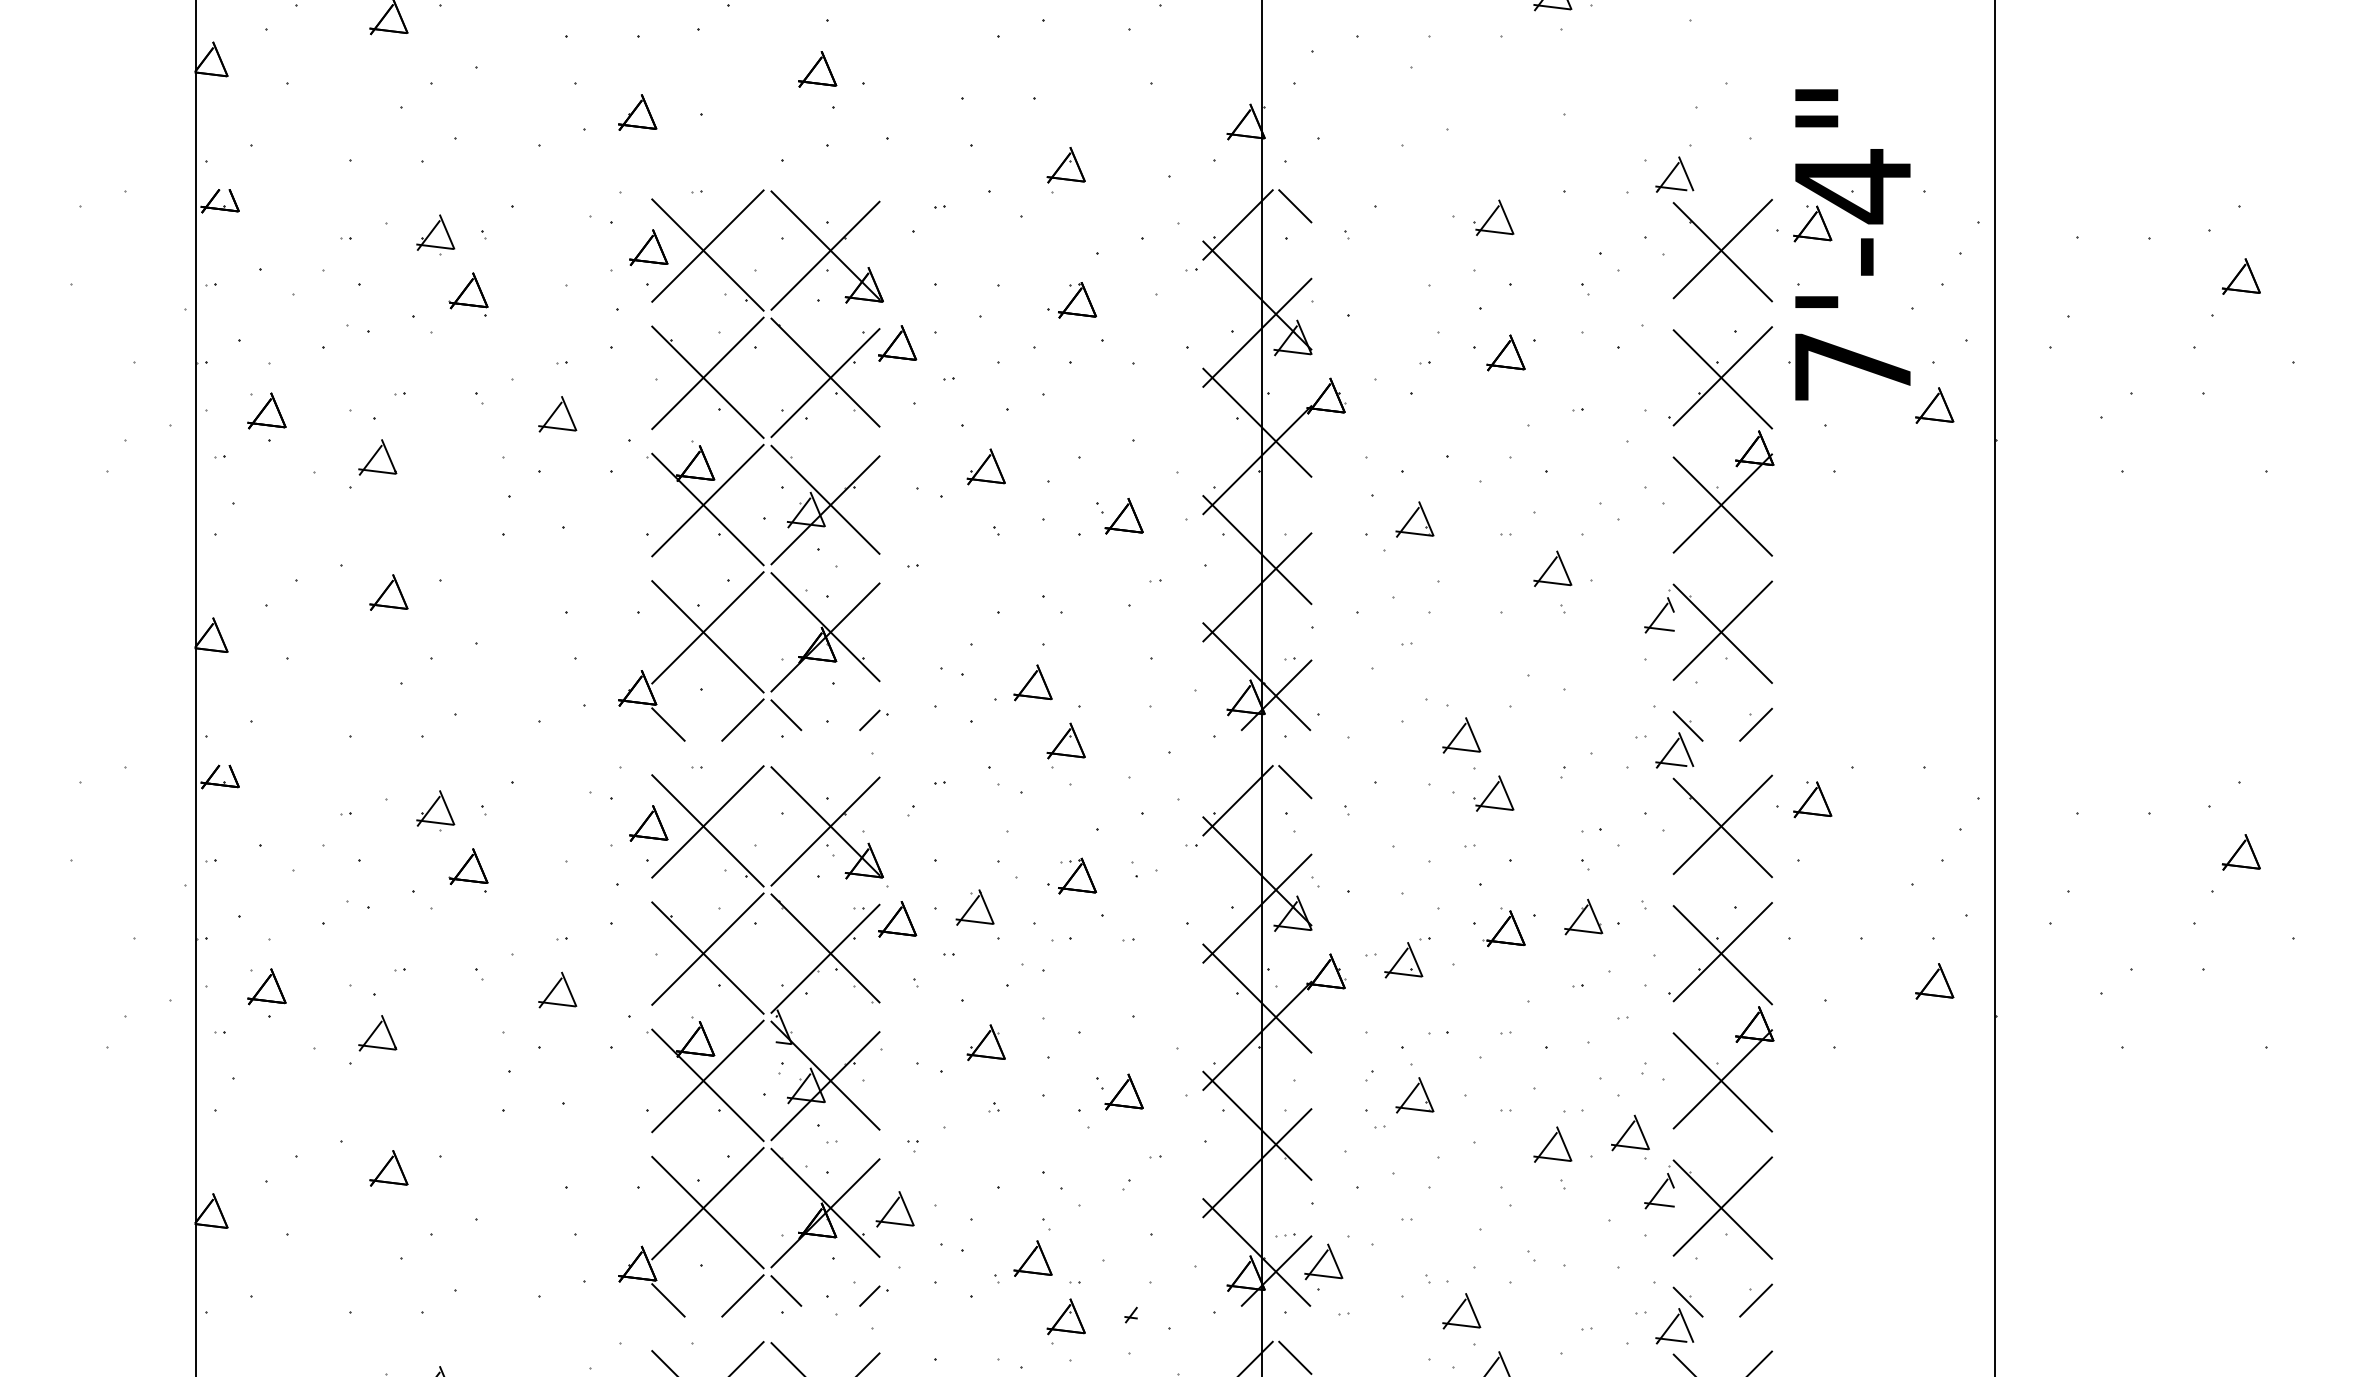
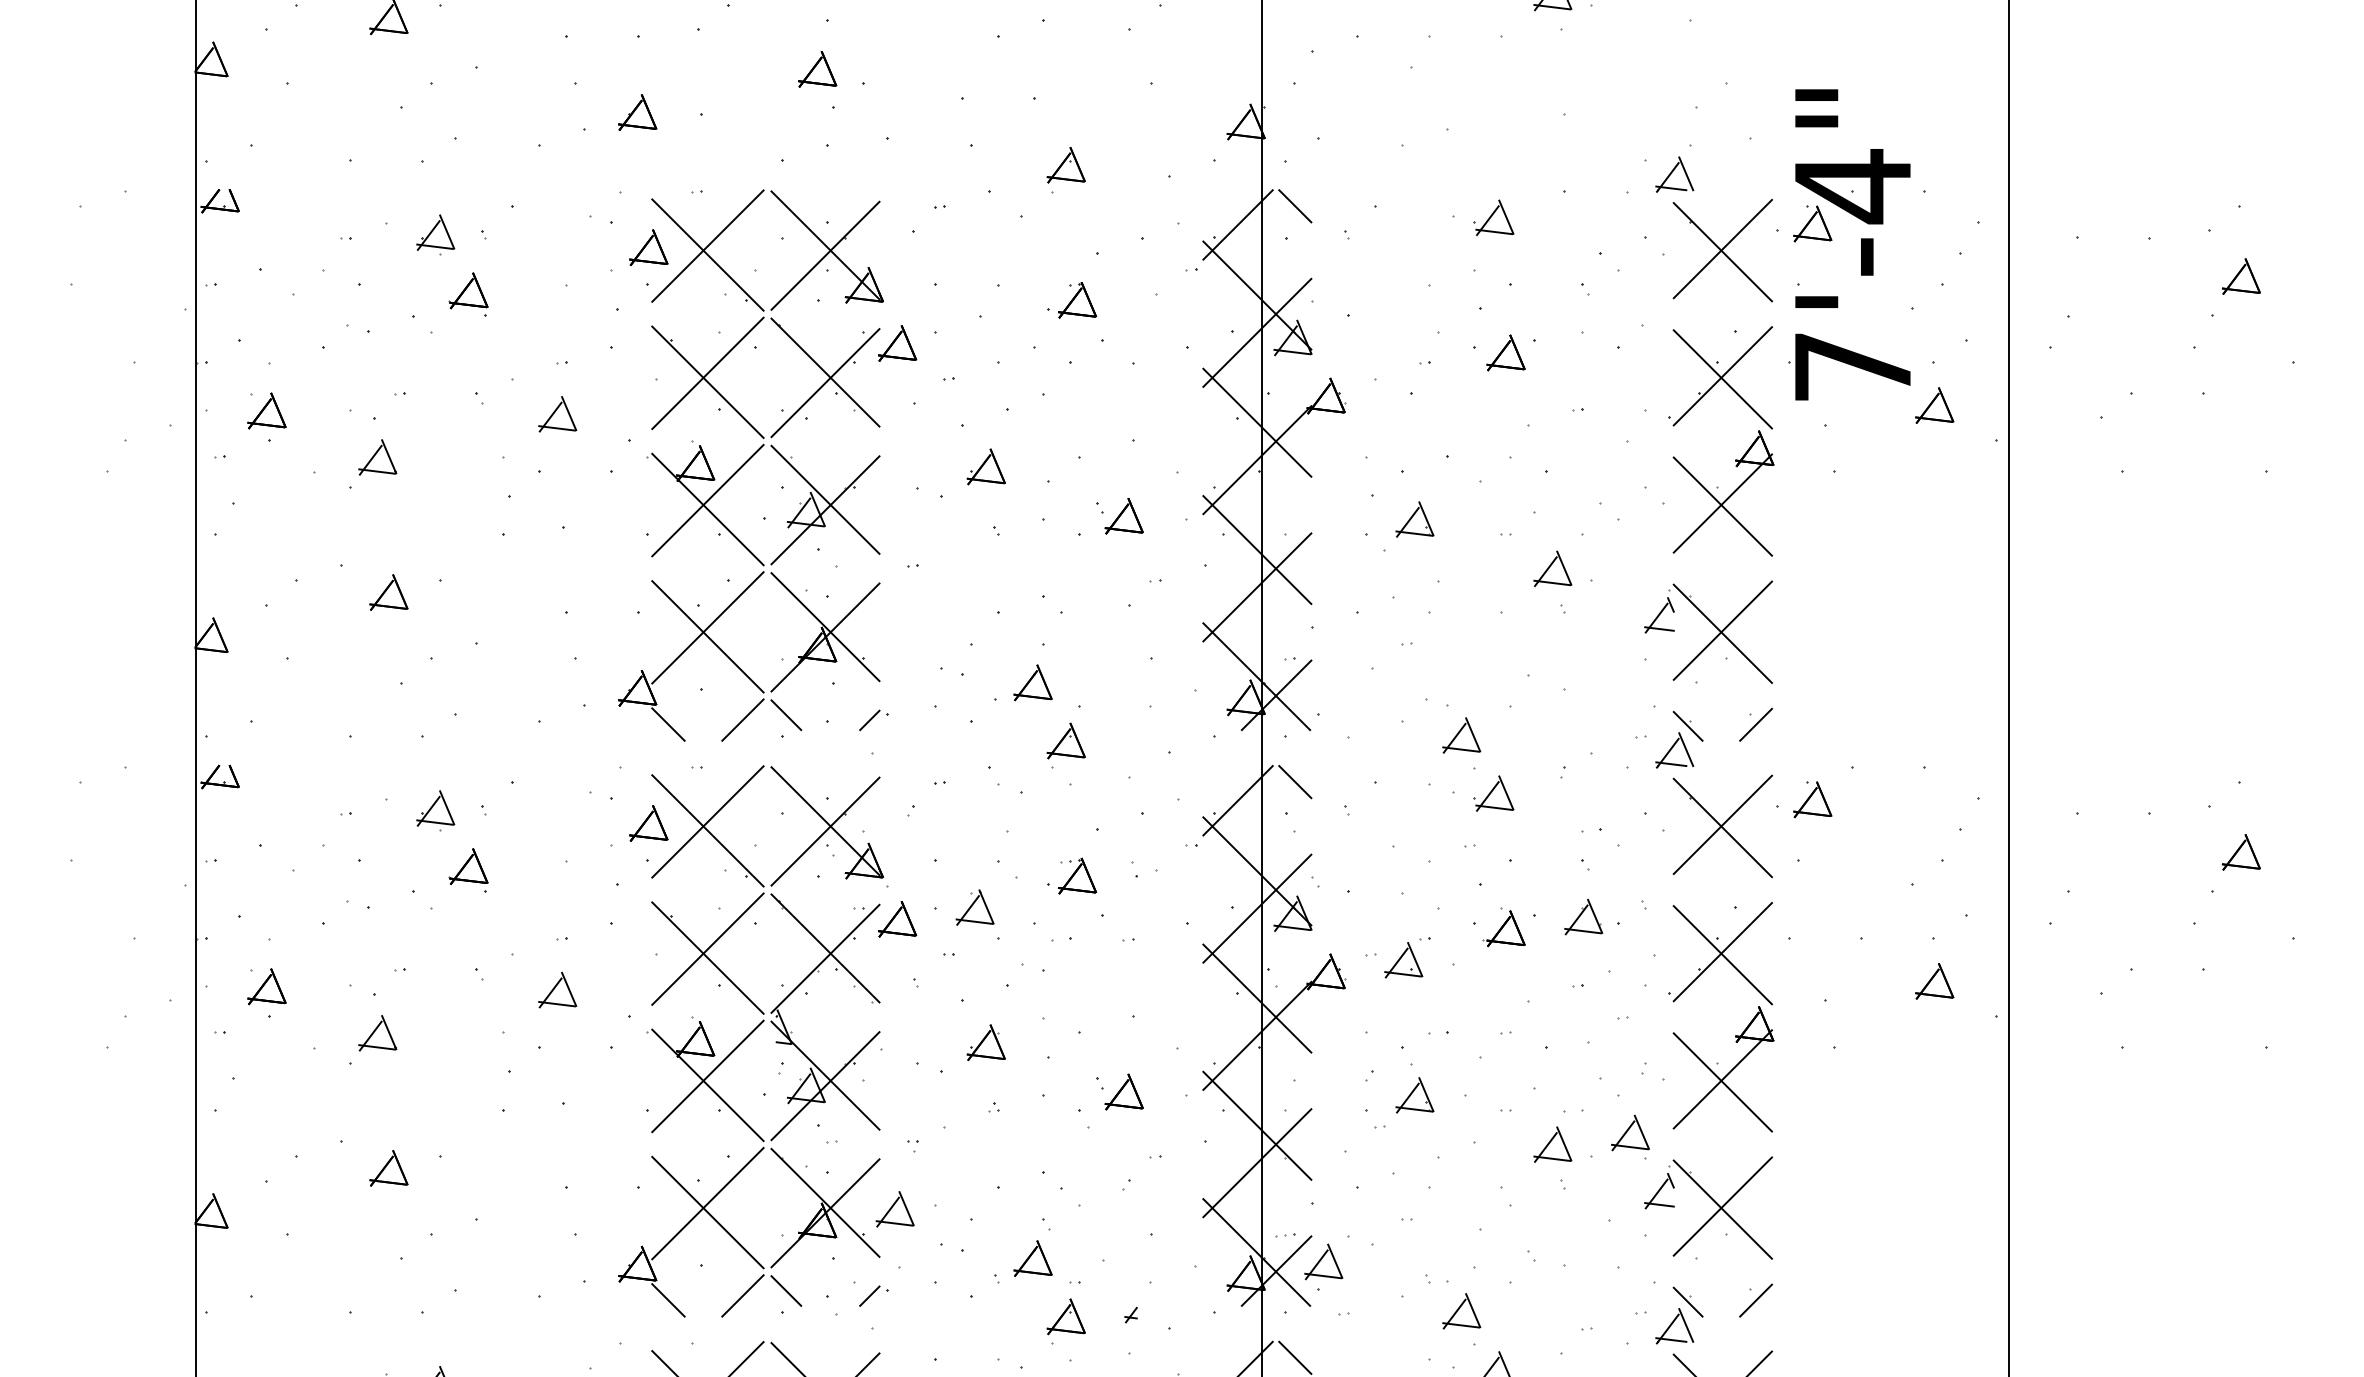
line at (1995, 687) position: (1995, 687) -> (2009, 687)
